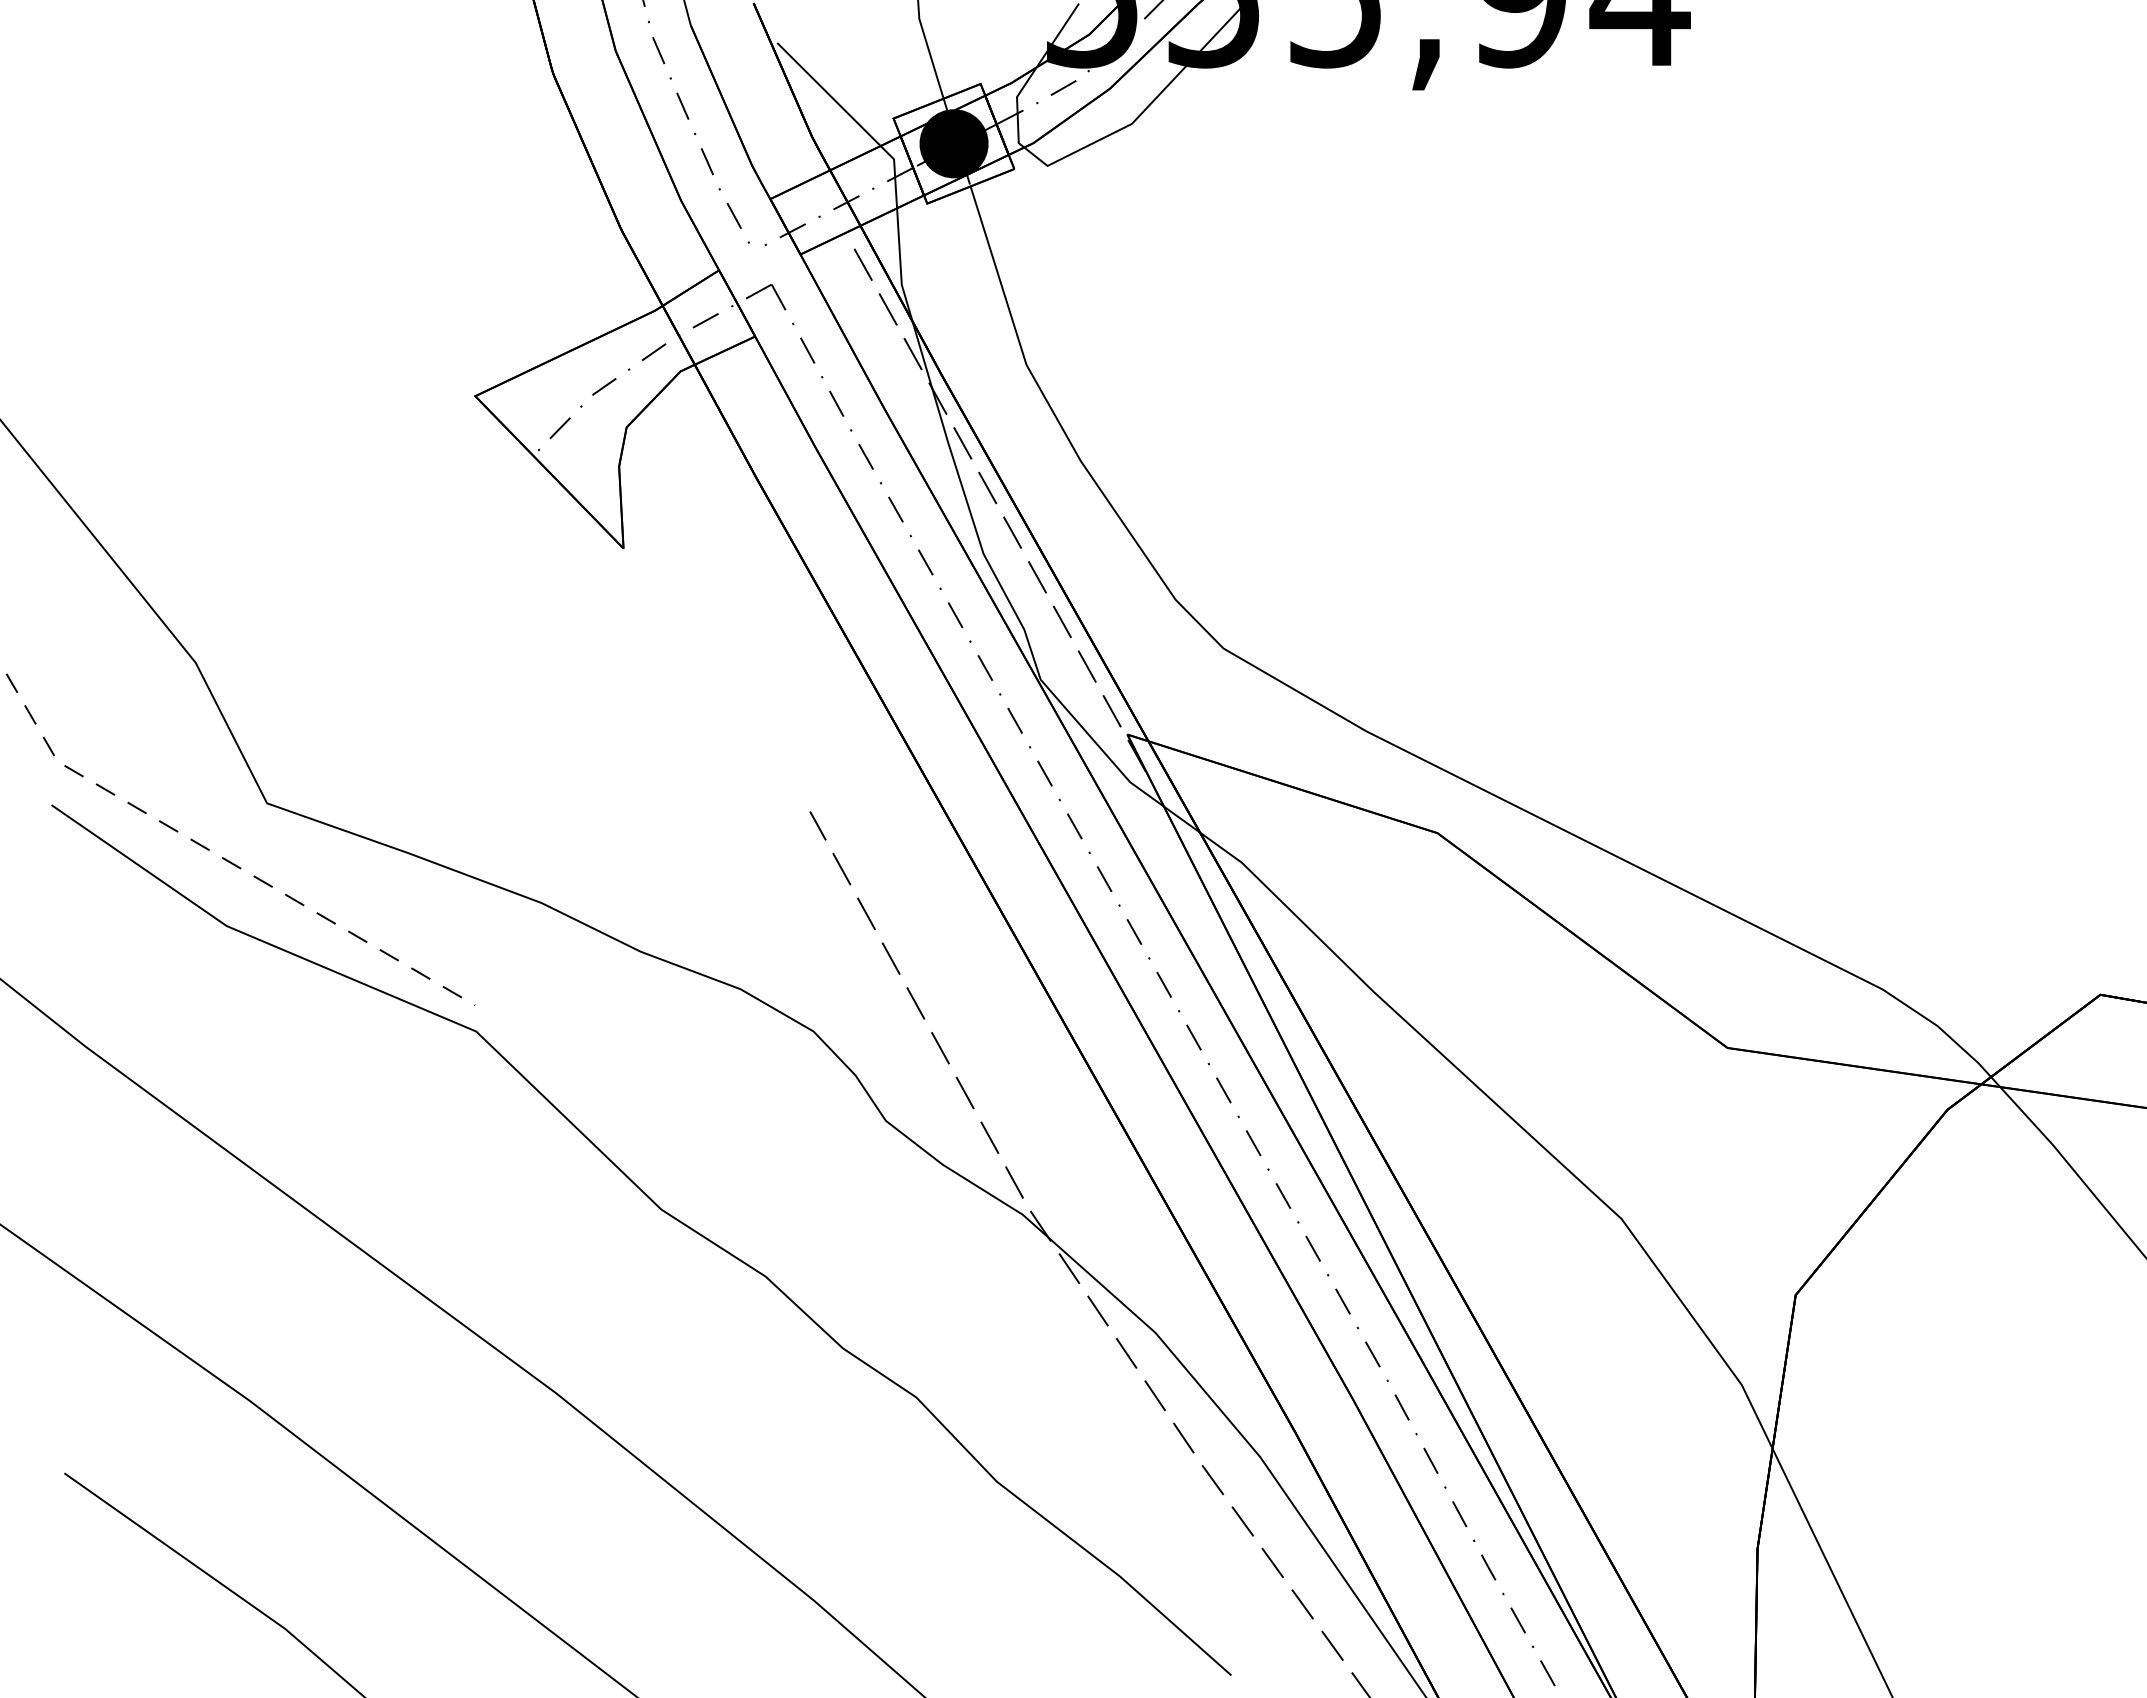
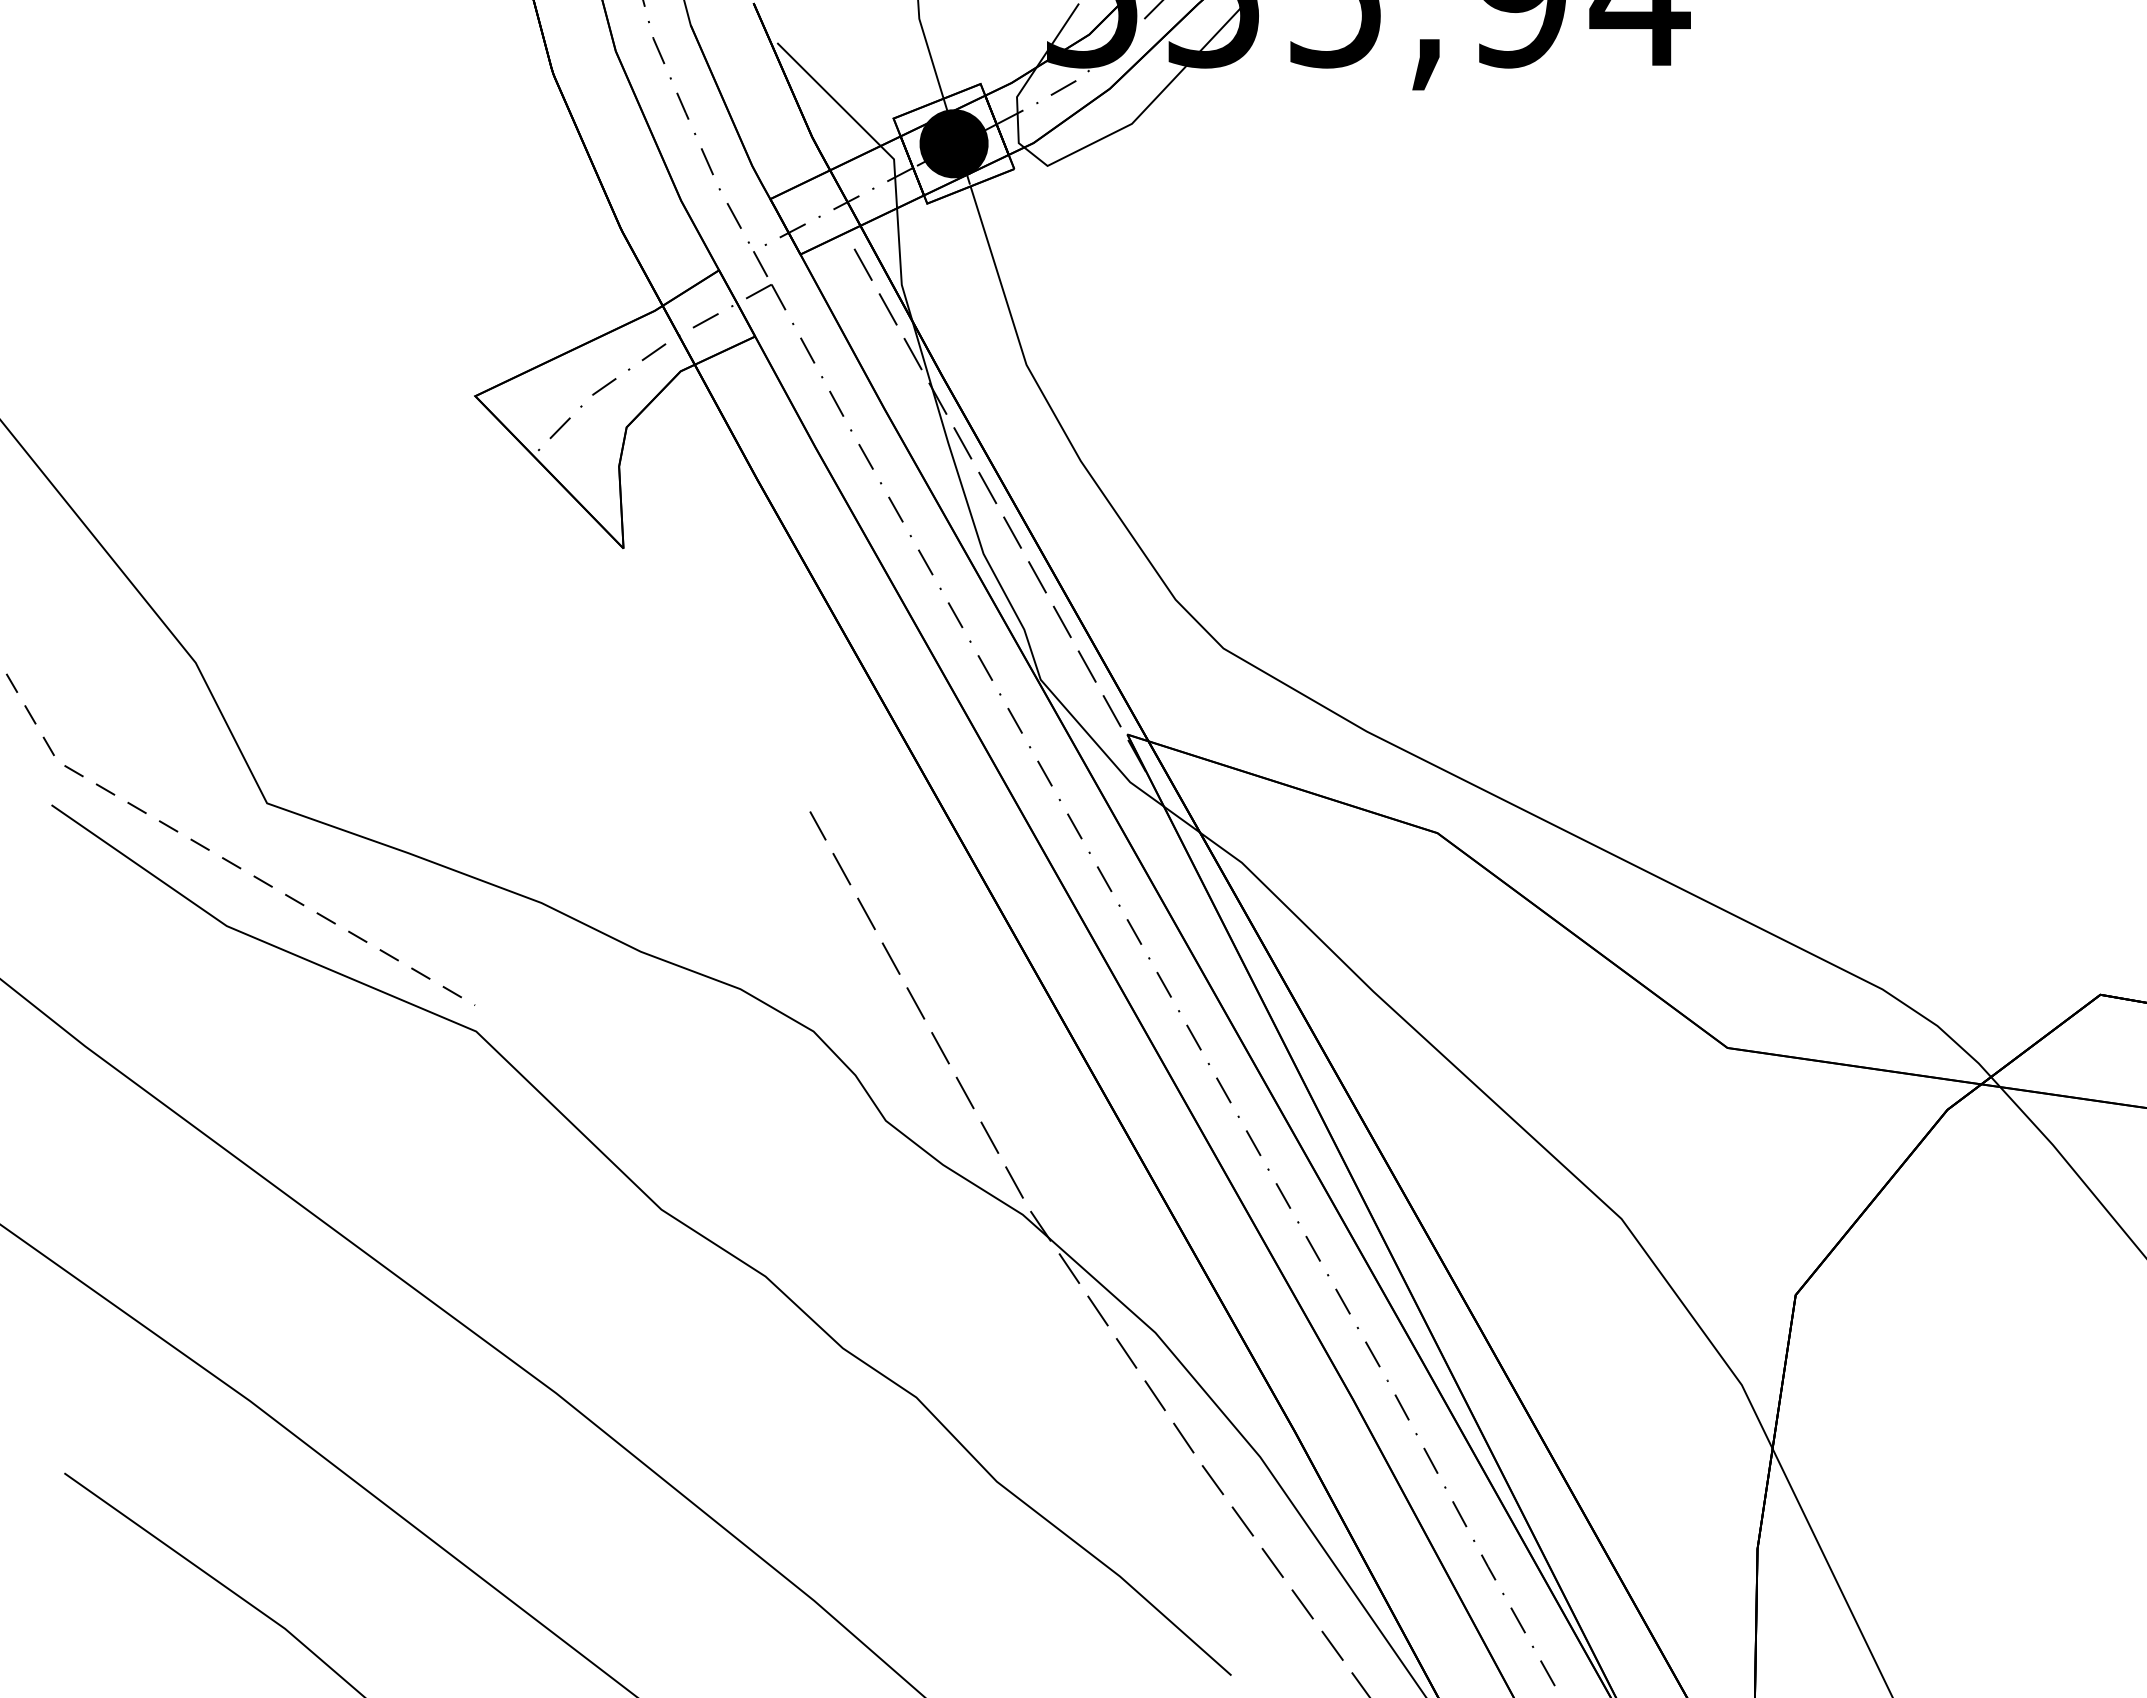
line at (760, 264): none -> present
